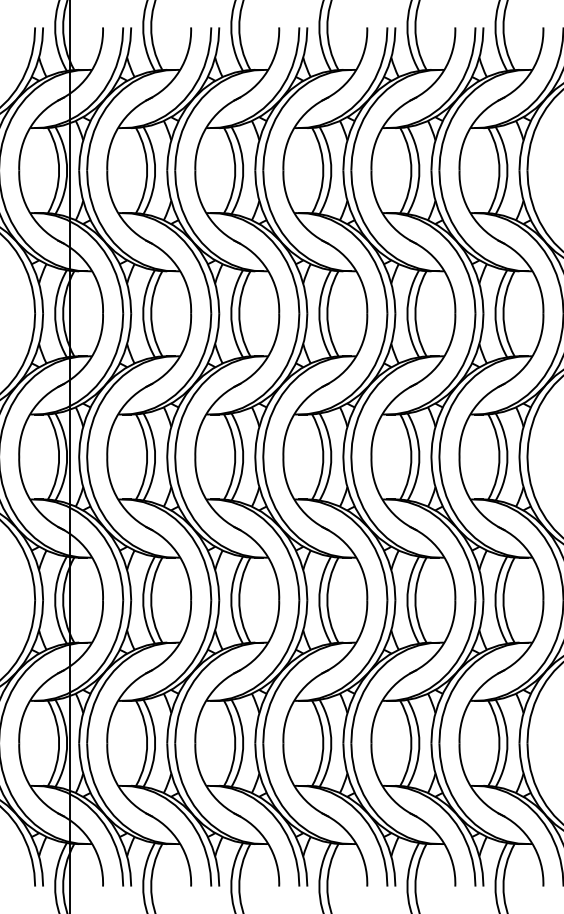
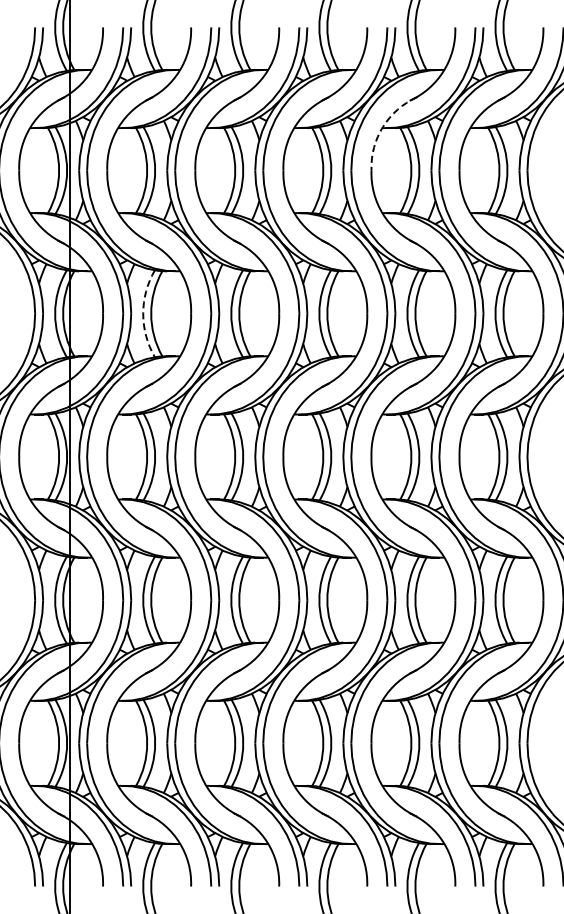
arc at (383, 126): solid -> dashed
arc at (143, 313): solid -> dashed
